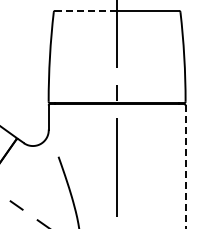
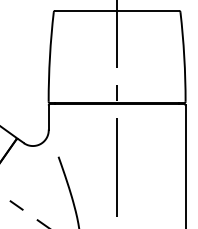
line at (86, 10): dashed -> solid
line at (185, 167): dashed -> solid
